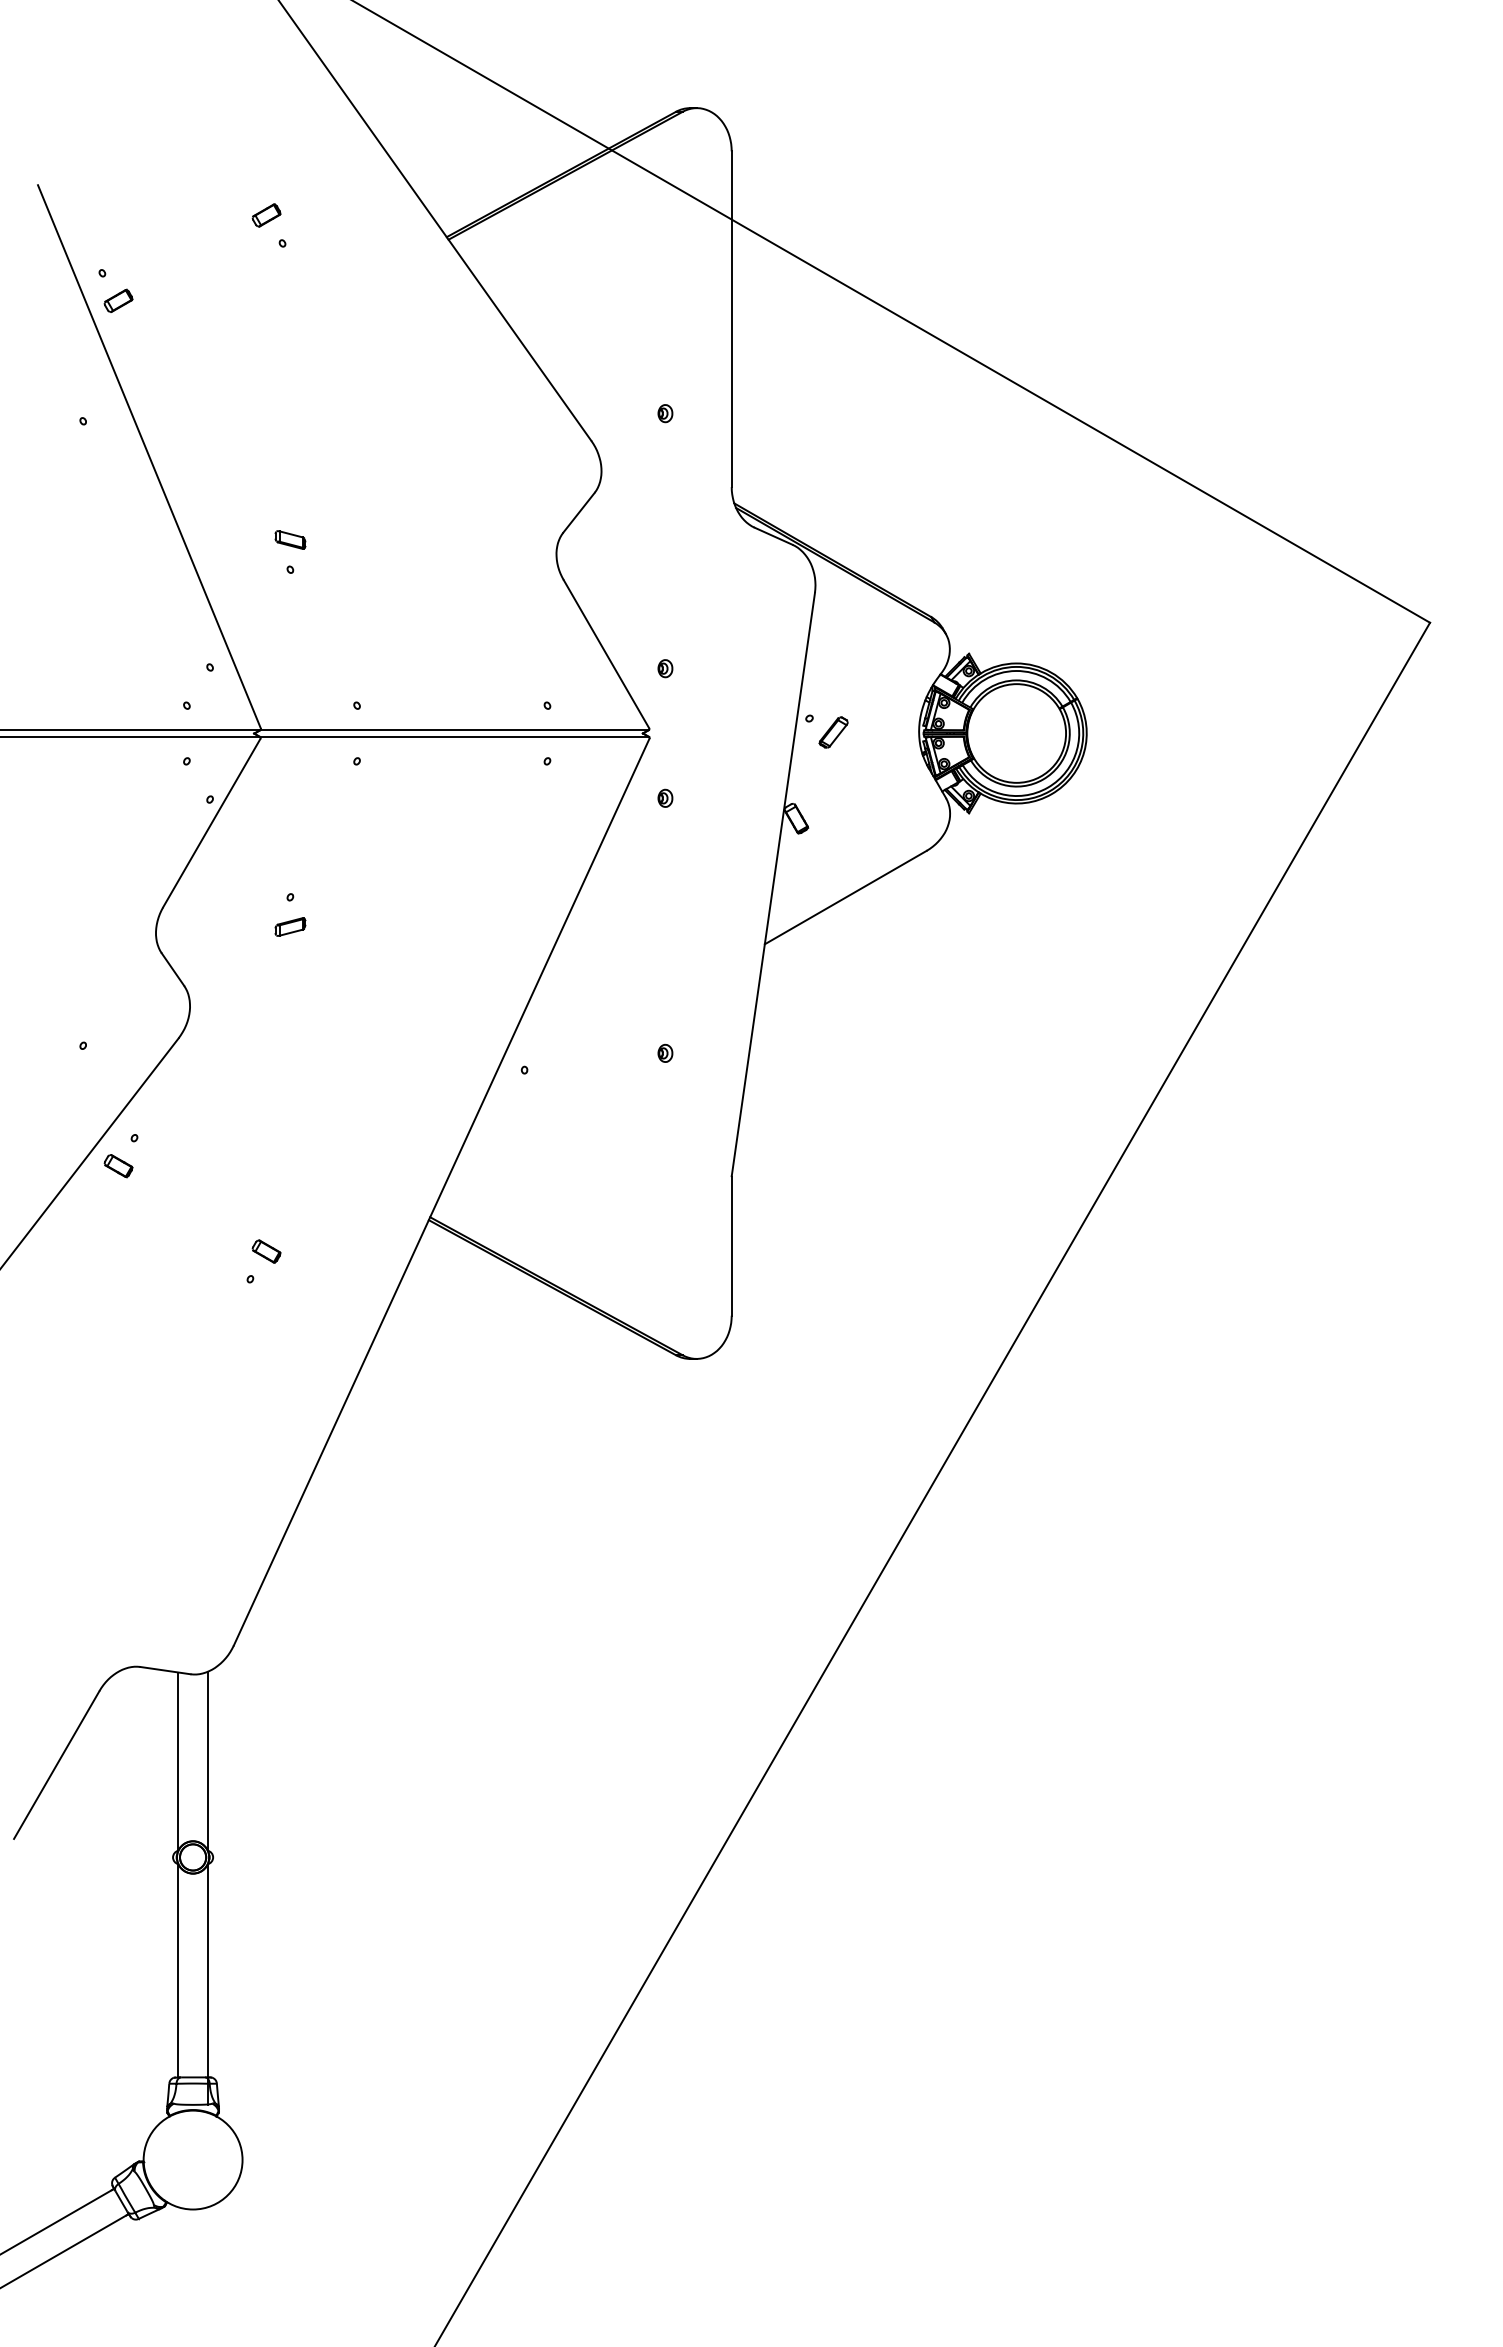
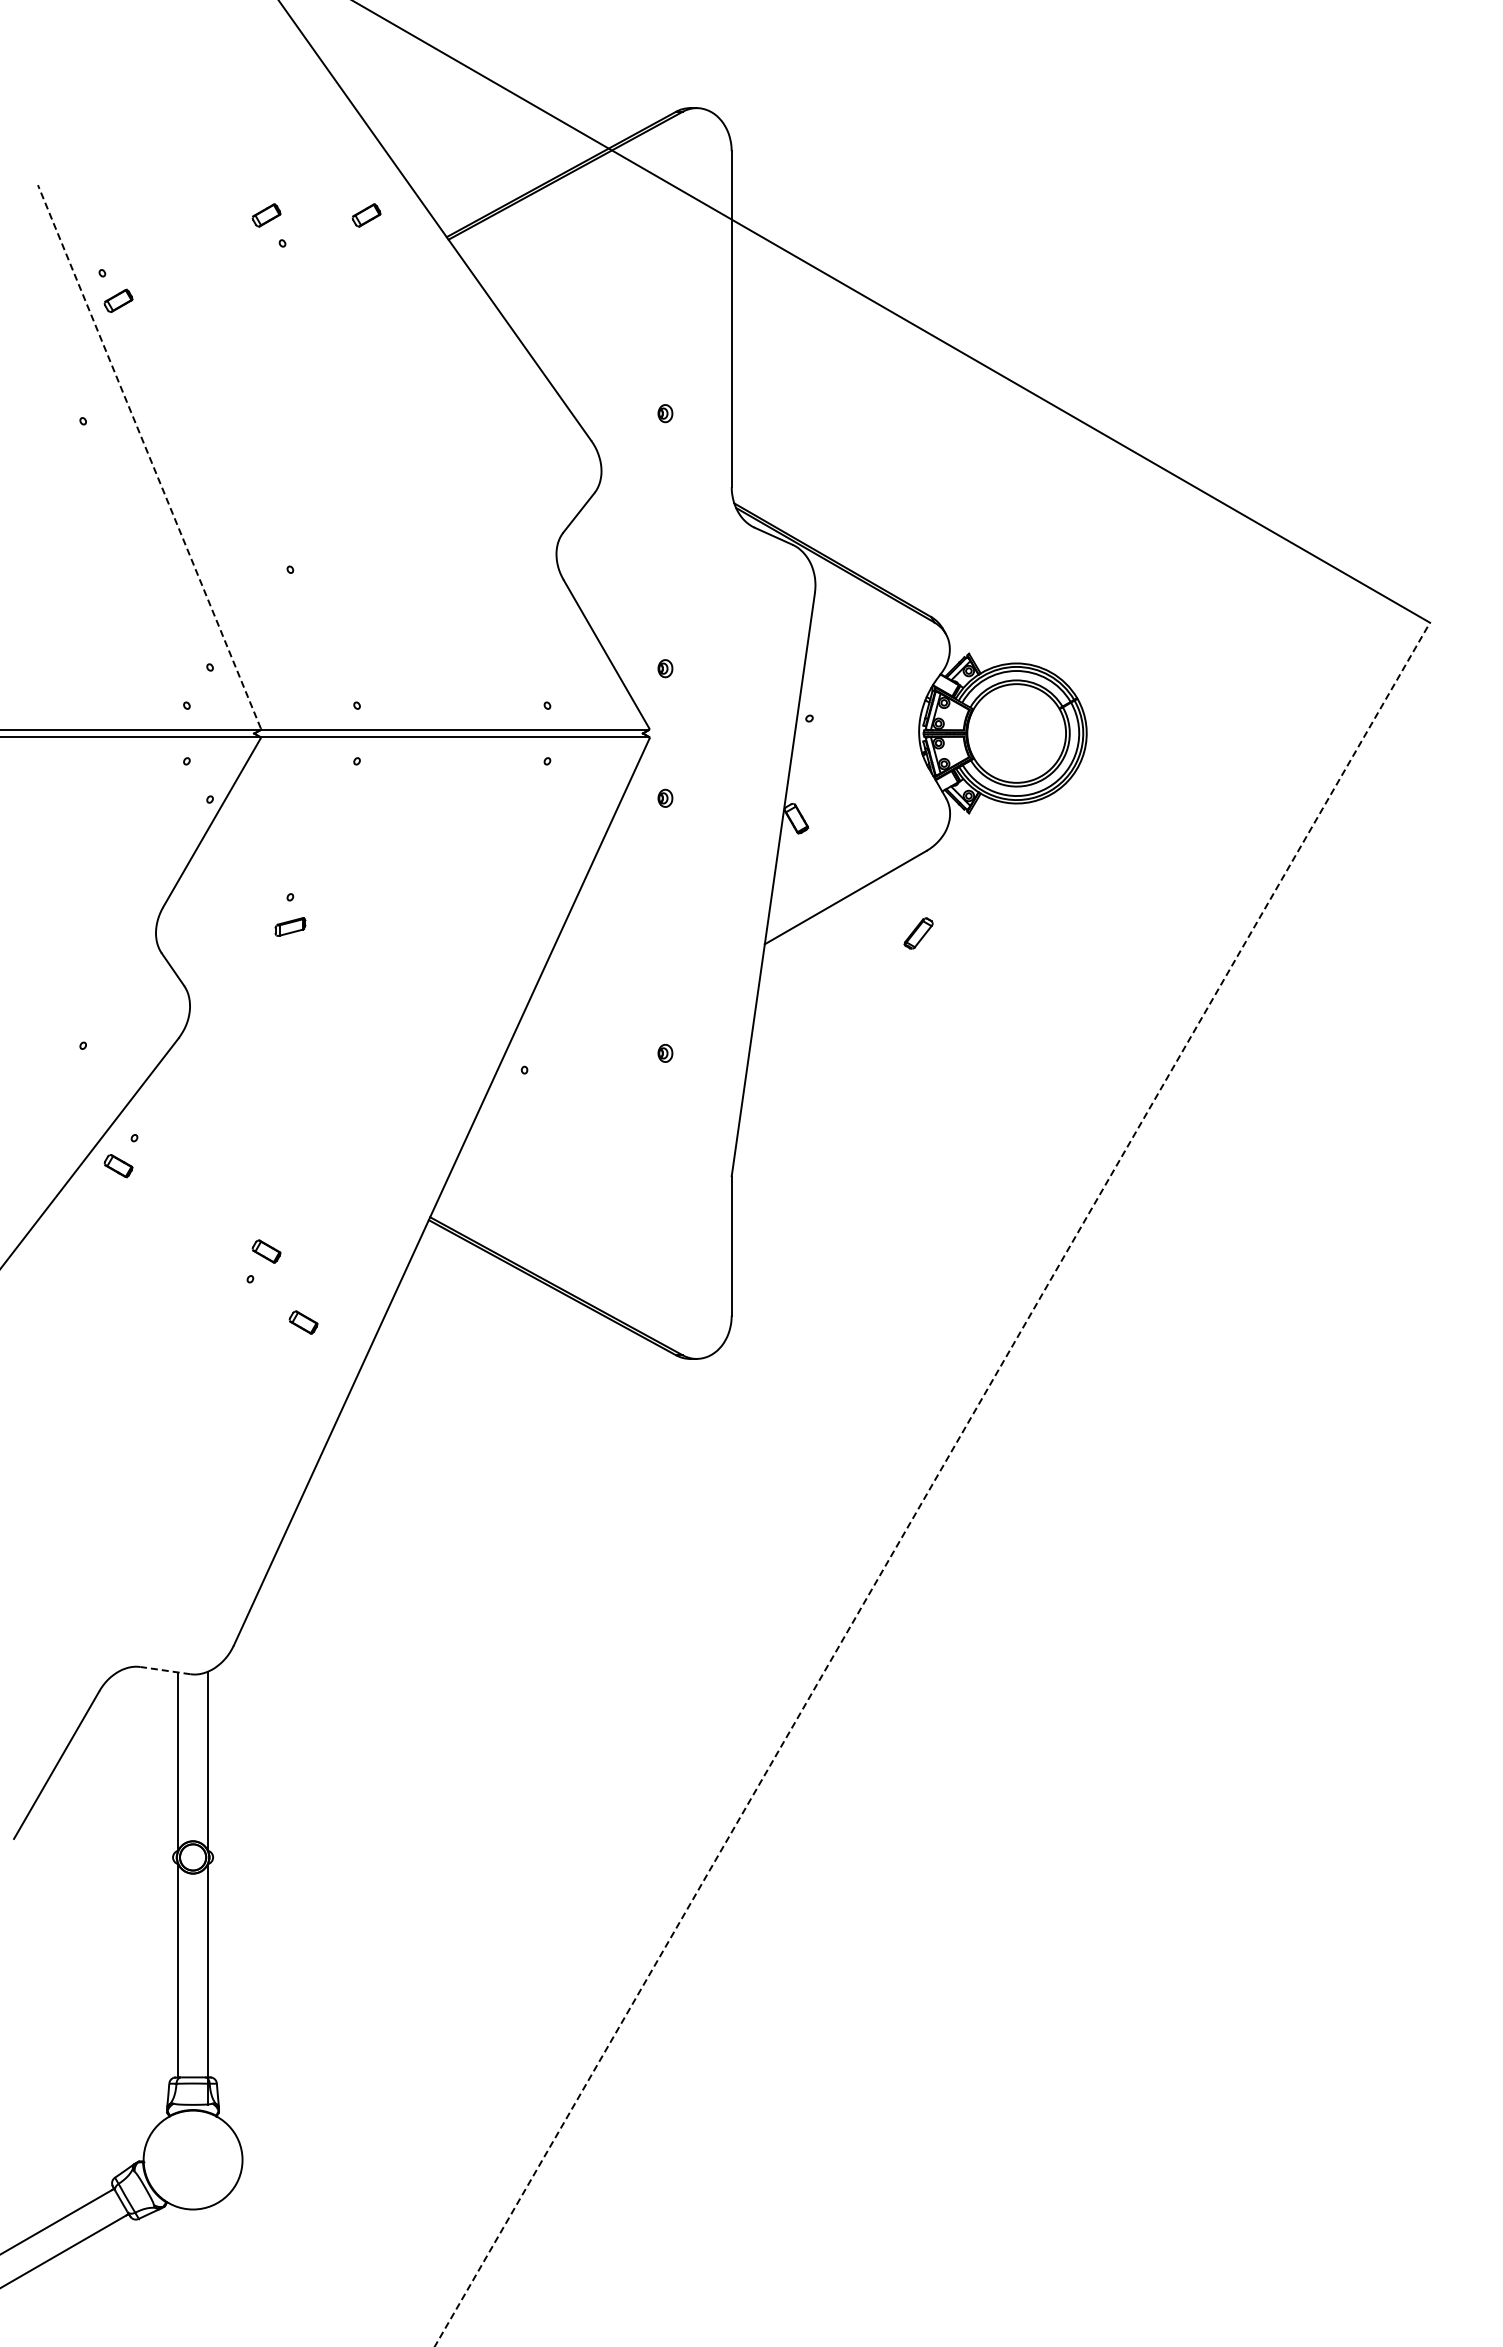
part at (366, 215): none -> present
line at (149, 456): solid -> dashed
part at (290, 539): present -> none
part at (833, 732) position: (833, 732) -> (918, 933)
part at (303, 1322): none -> present
line at (932, 1484): solid -> dashed
line at (164, 1670): solid -> dashed
